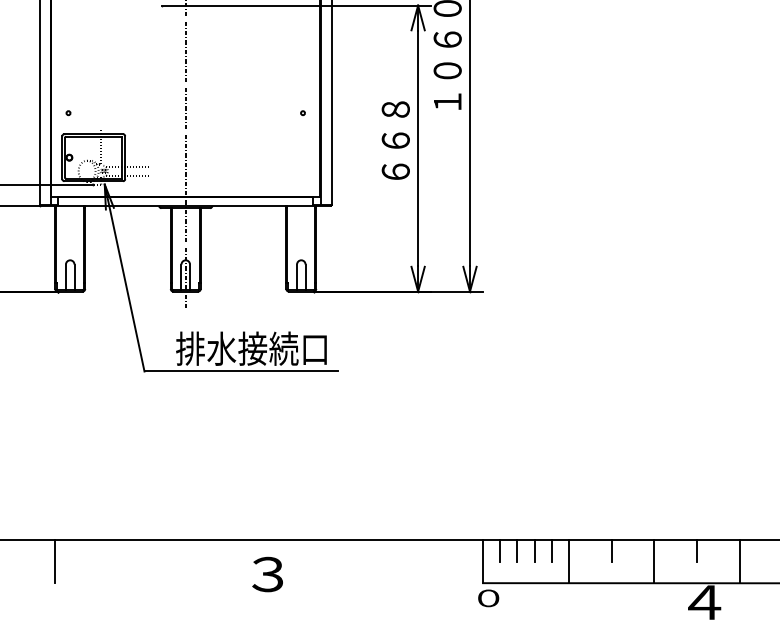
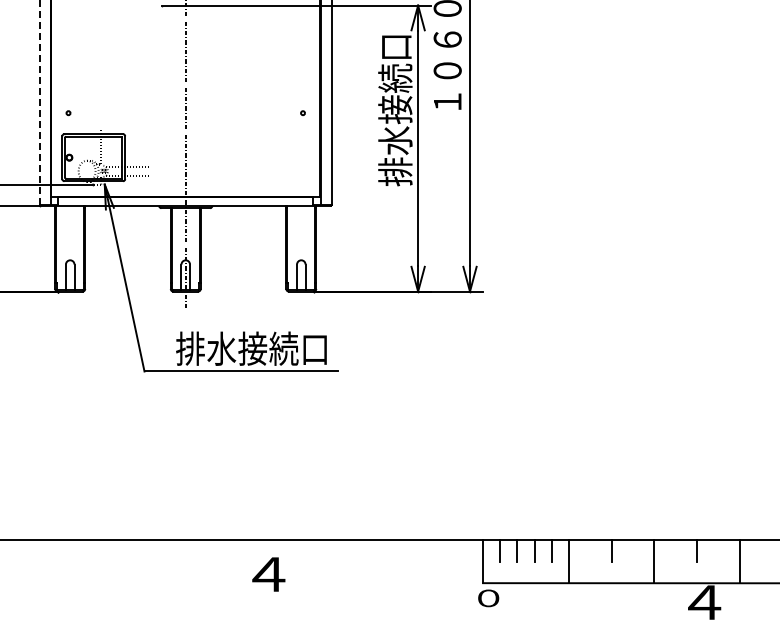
line at (40, 102): solid -> dashed
text at (395, 110): ６６８ -> 排水接続口
line at (55, 561): present -> none
text at (268, 574): ３ -> ４
